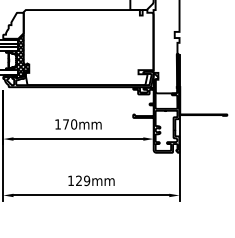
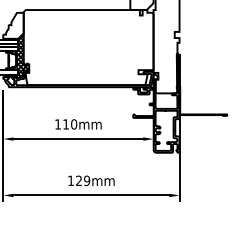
text at (65, 124): 170mm -> 110mm
